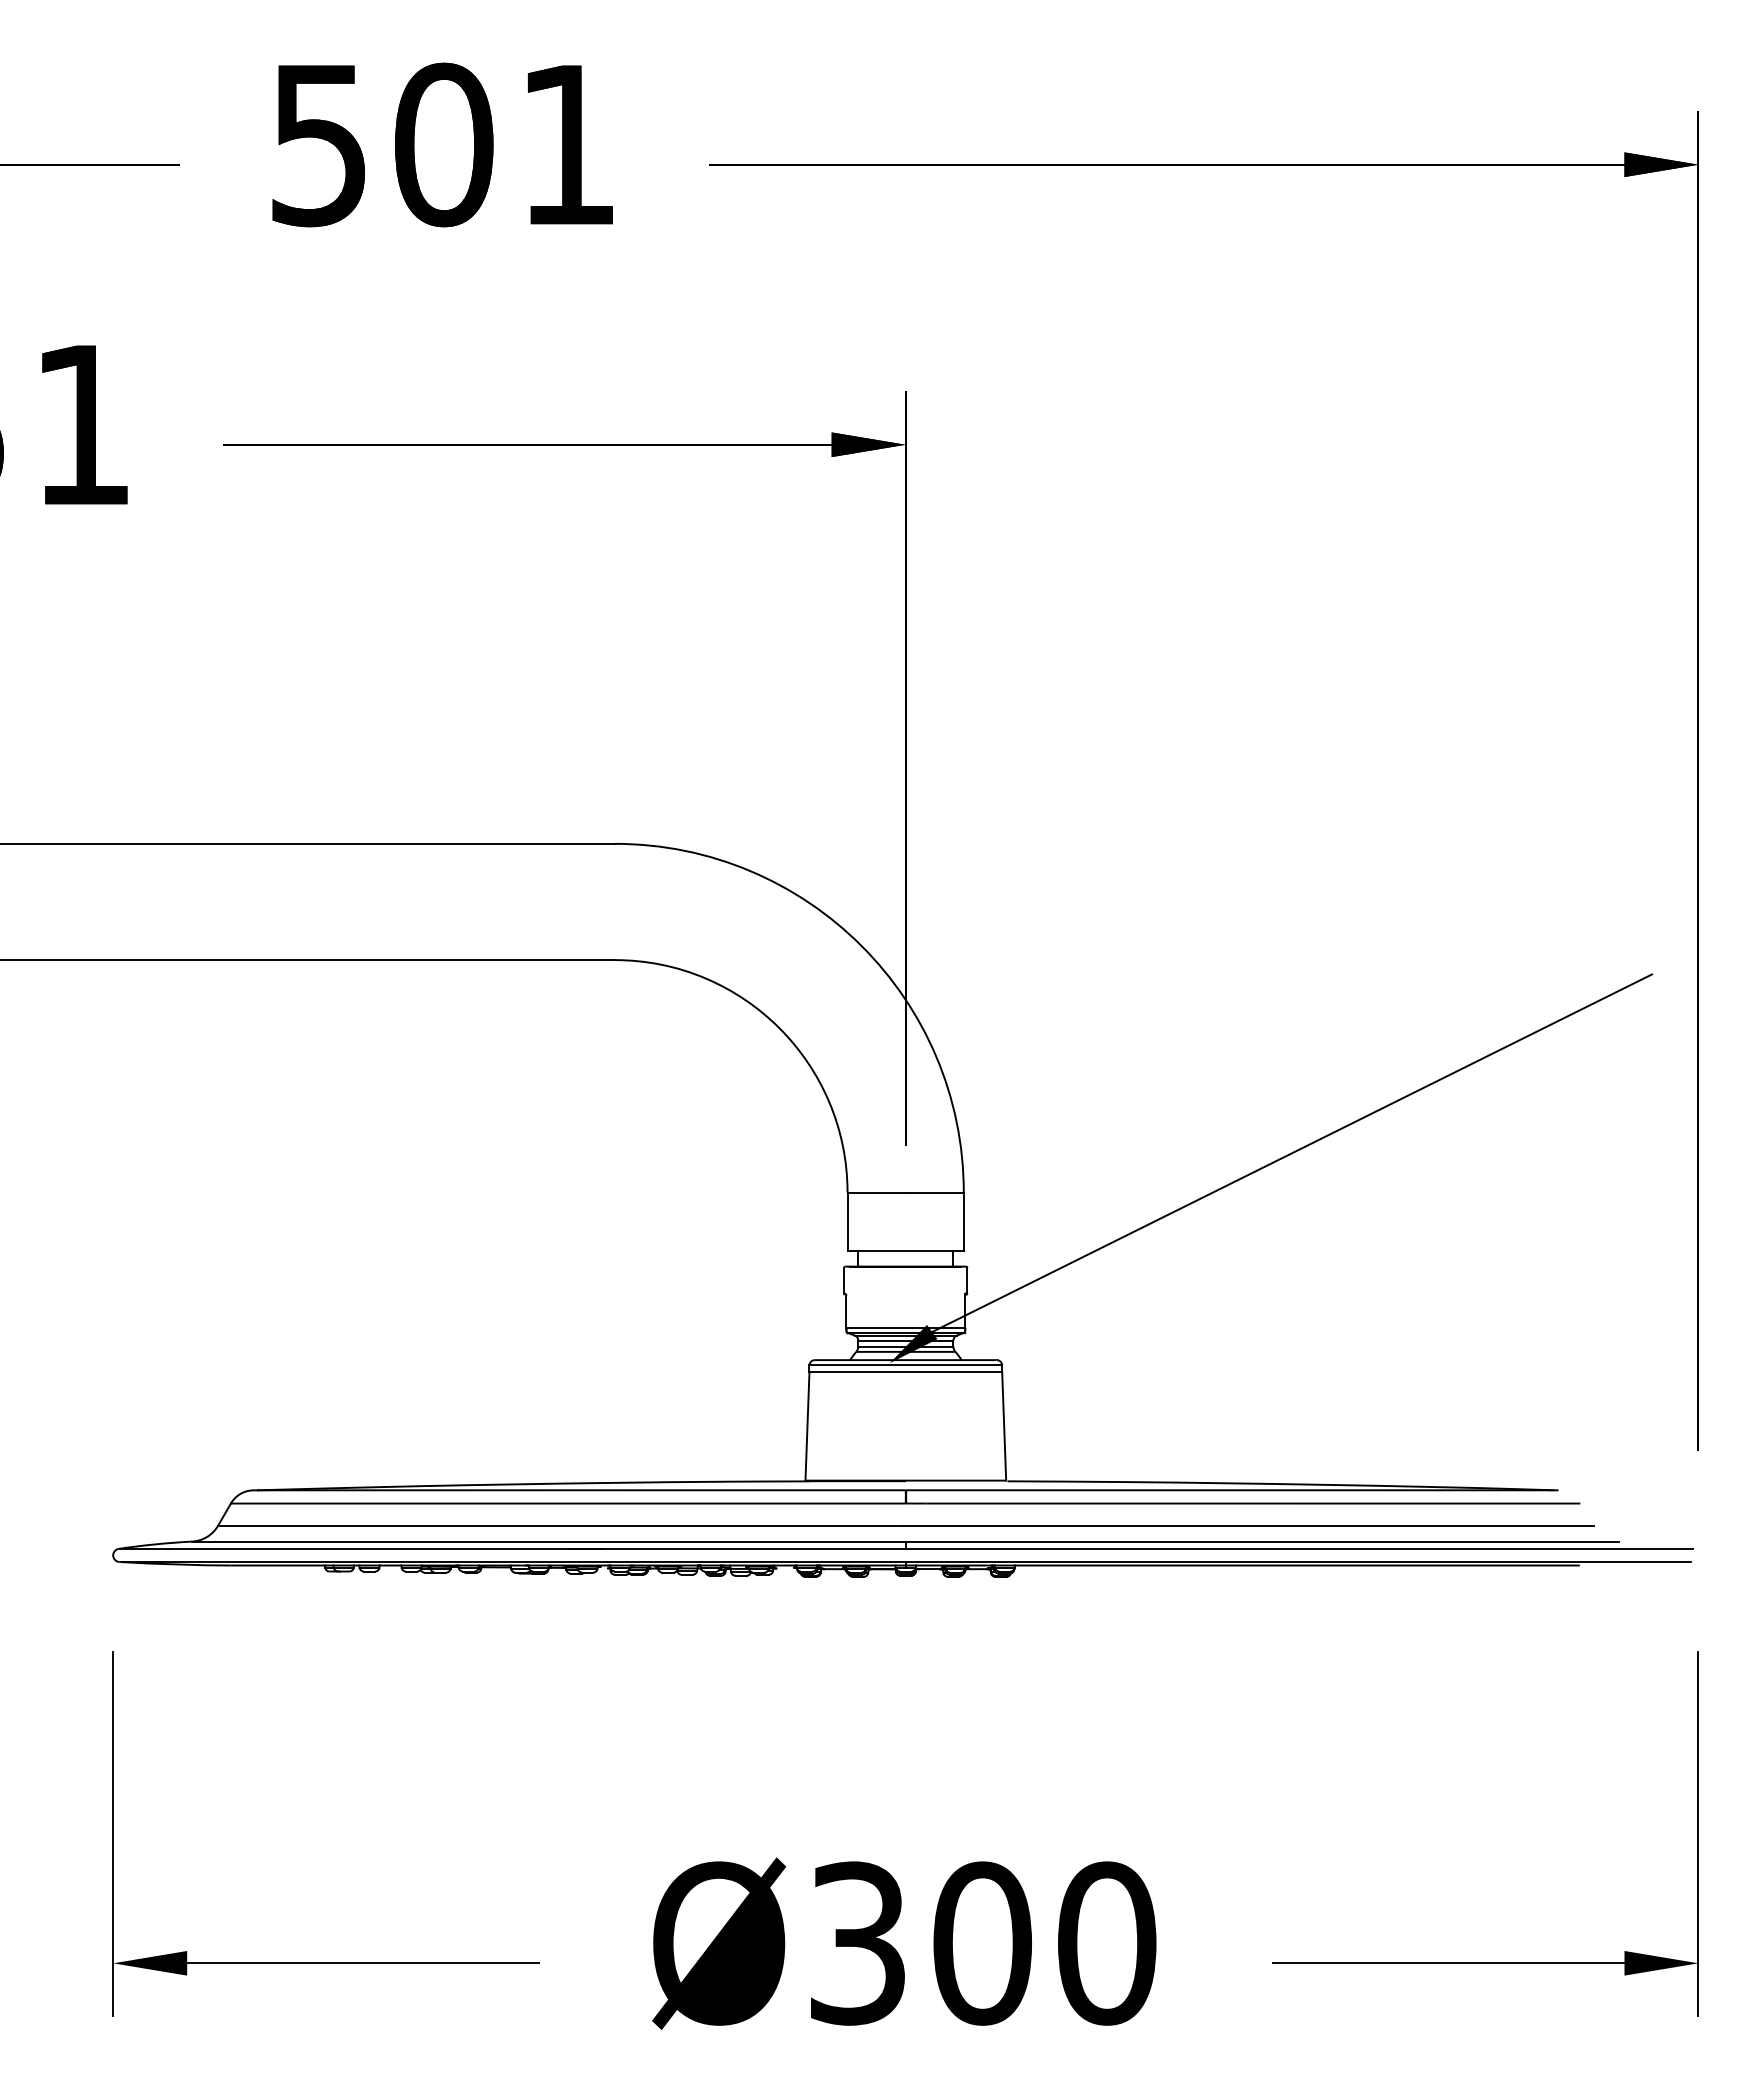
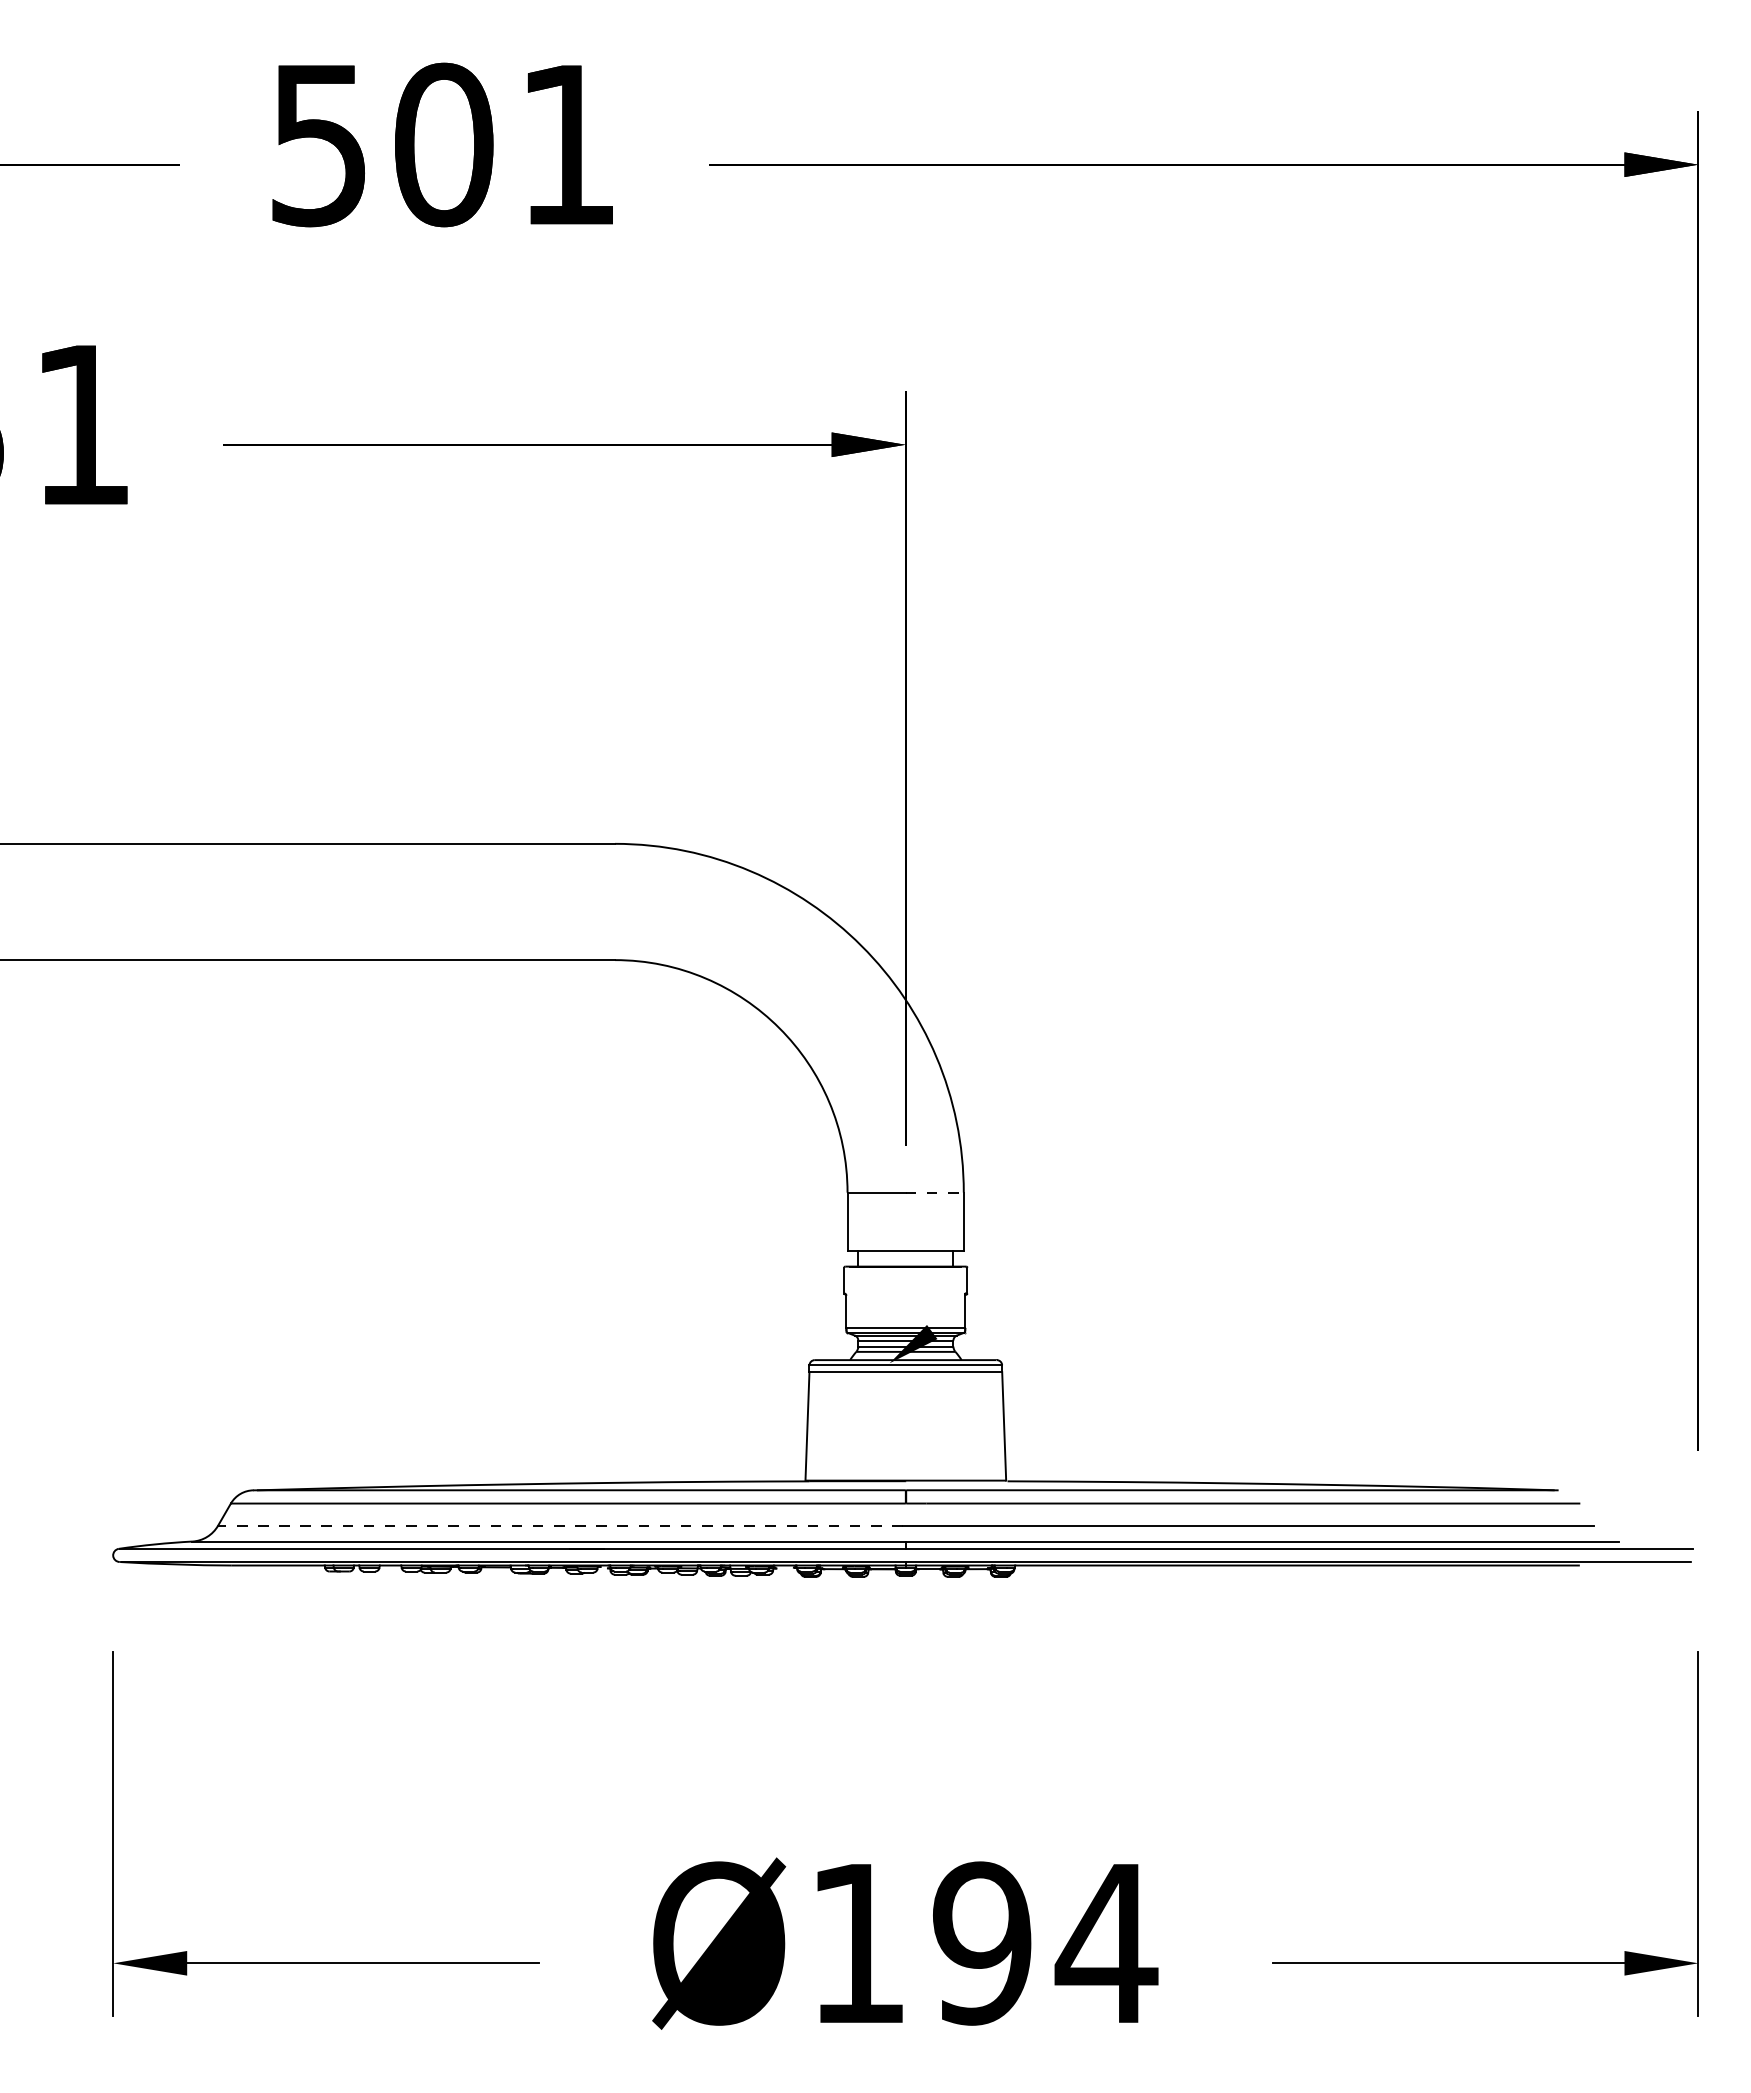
line at (1292, 1153): present -> none
line at (935, 1192): solid -> dashed
line at (559, 1525): solid -> dashed
text at (984, 1943): Ø300 -> Ø194
